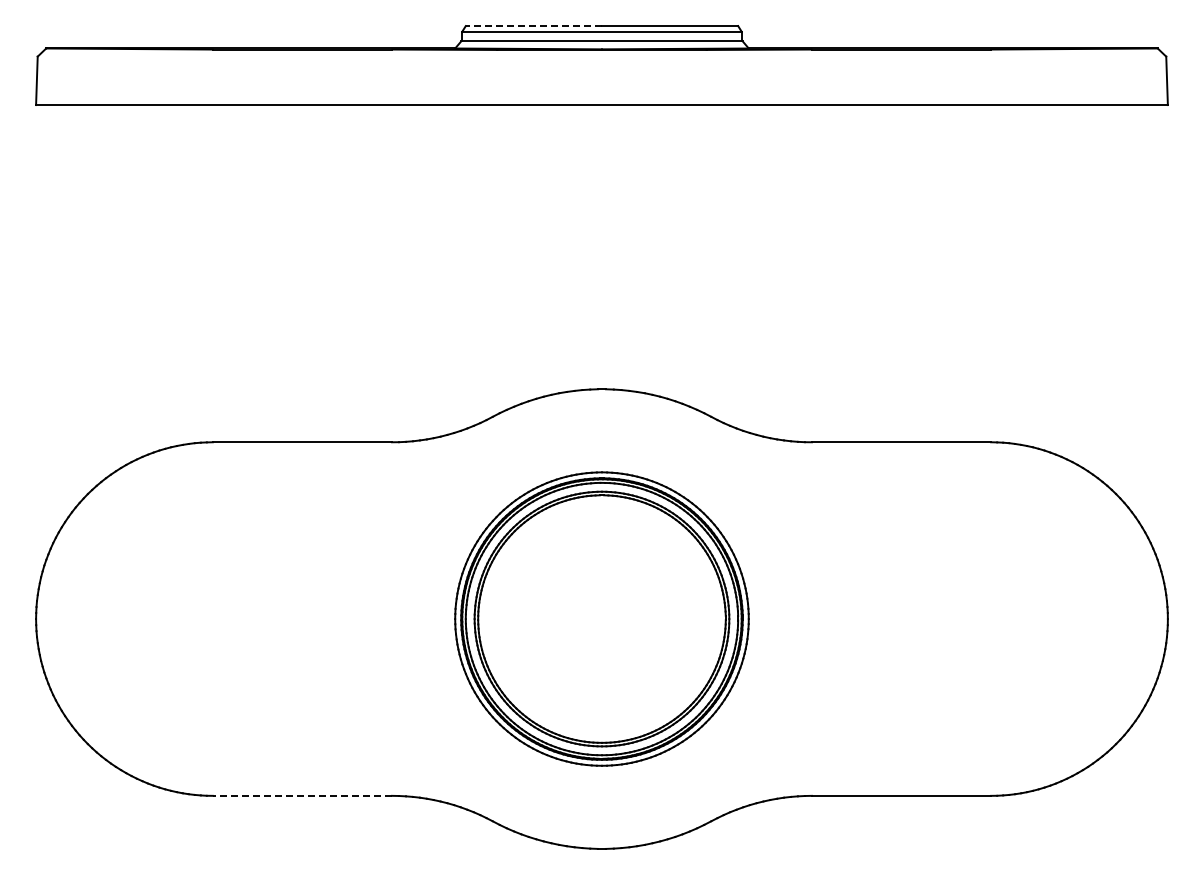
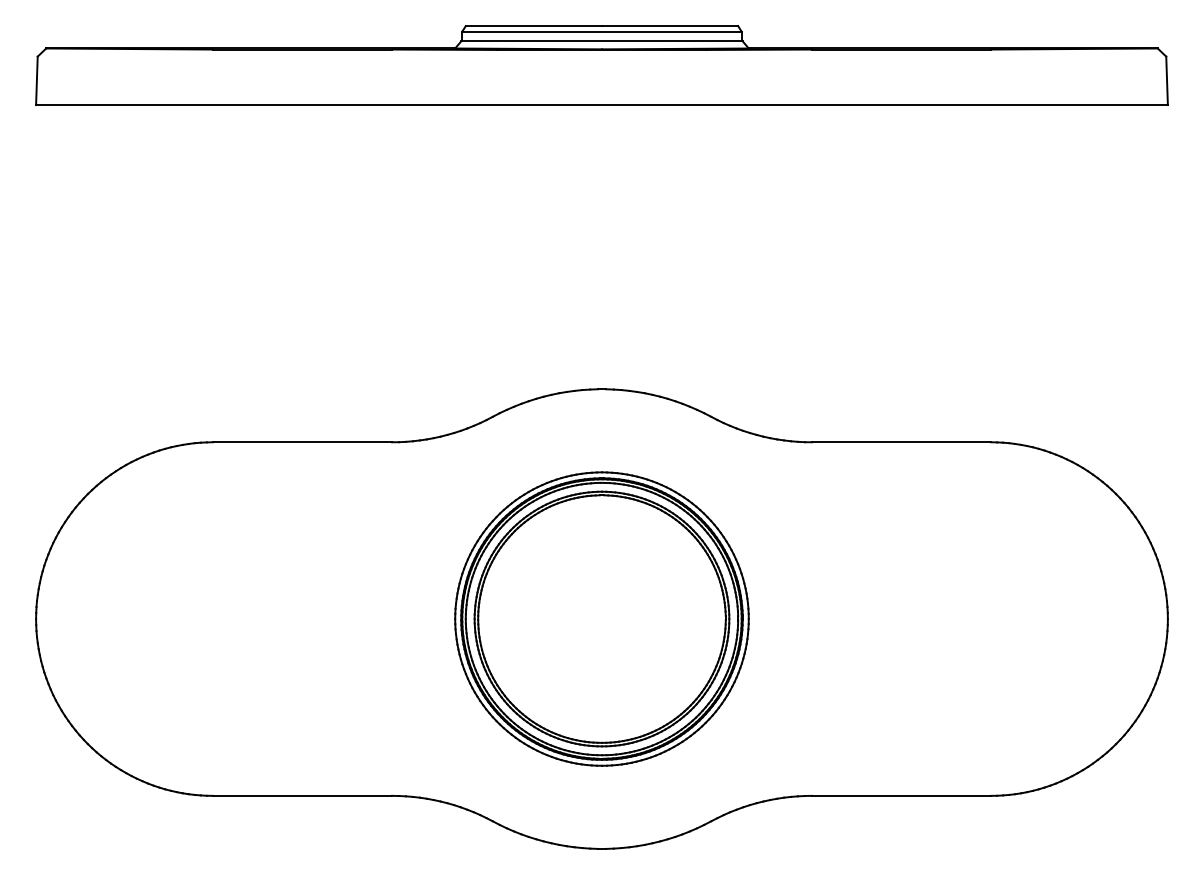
line at (533, 26): dashed -> solid
line at (302, 795): dashed -> solid
